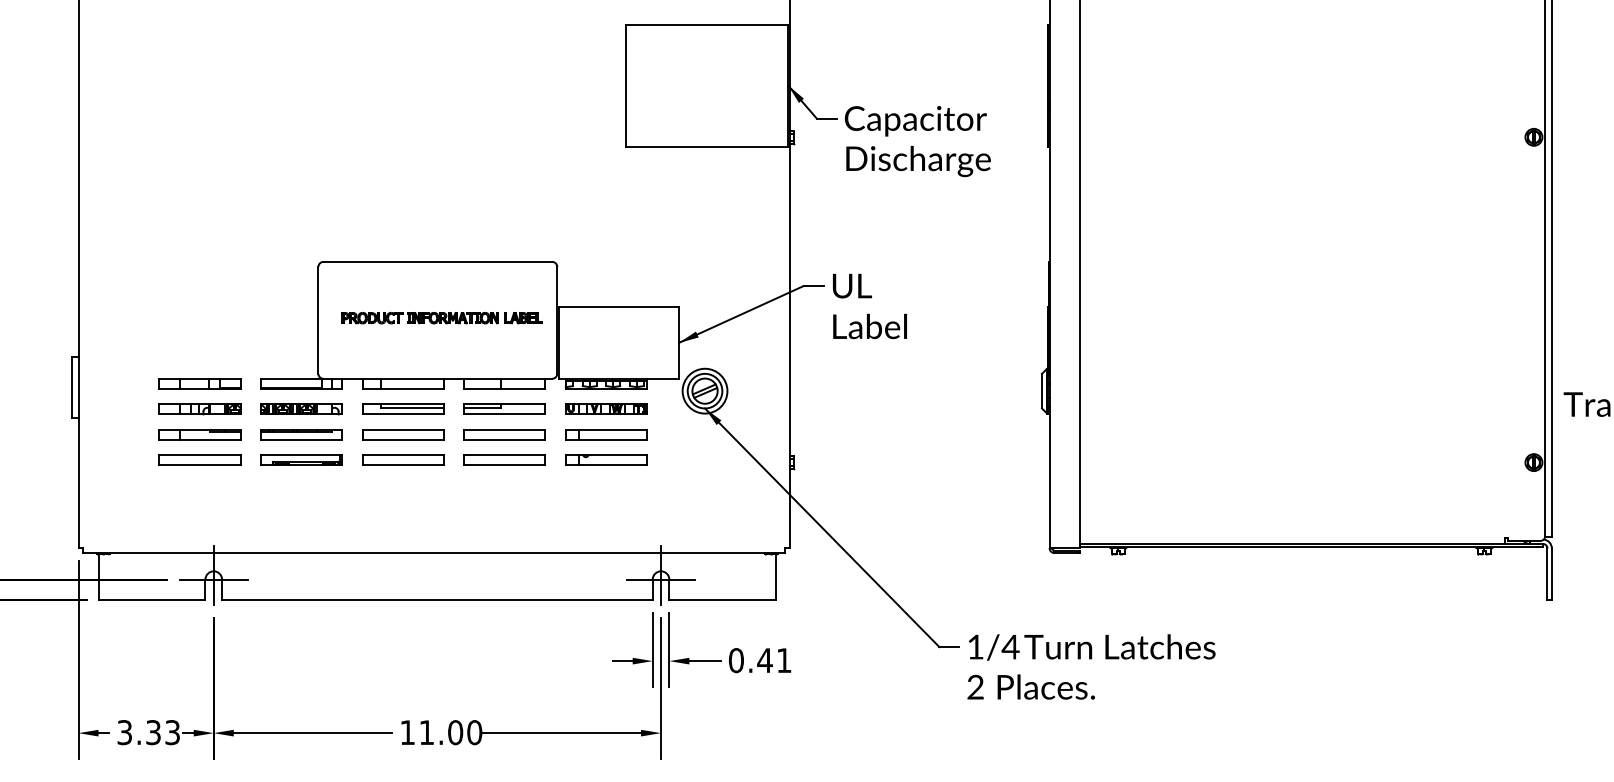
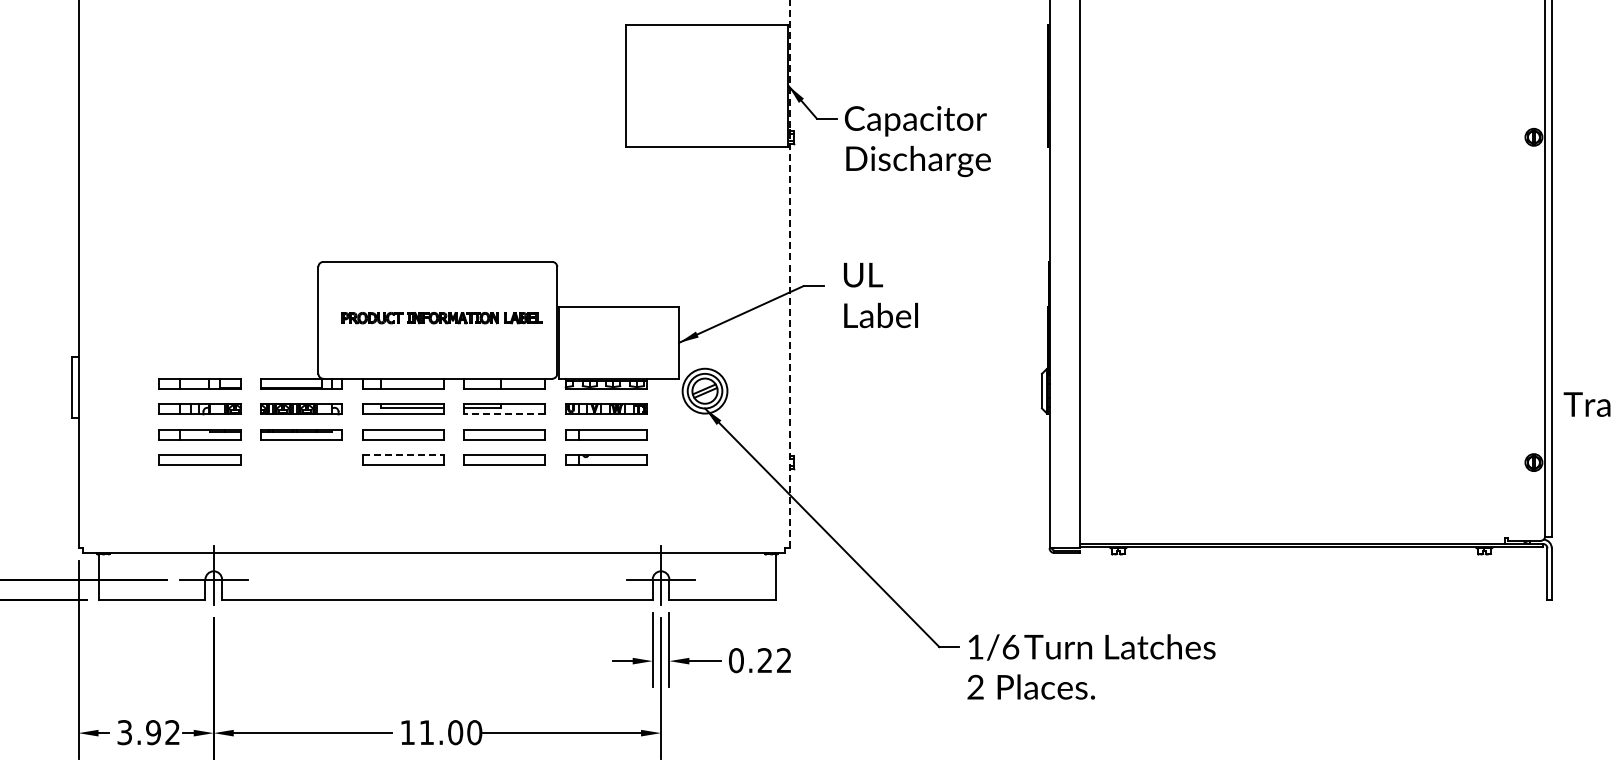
line at (789, 274): solid -> dashed
text at (869, 306) position: (869, 306) -> (880, 295)
line at (504, 414): solid -> dashed
line at (403, 455): solid -> dashed
part at (301, 459): present -> none
text at (1010, 647): 1/4 -> 1/6
text at (774, 660): 0.41 -> 0.22
text at (162, 732): 3.33 -> 3.92
